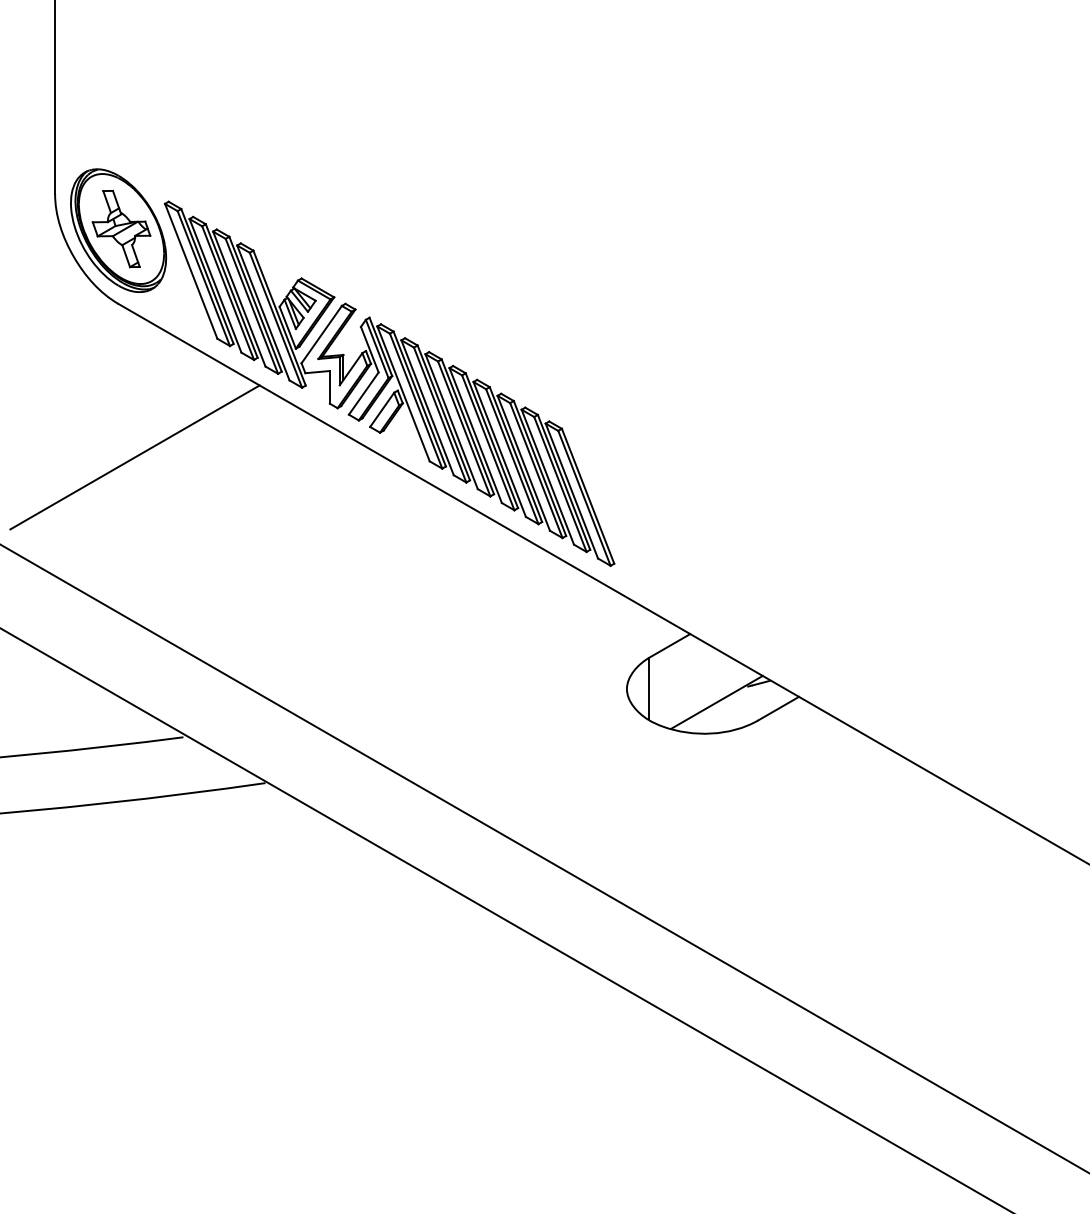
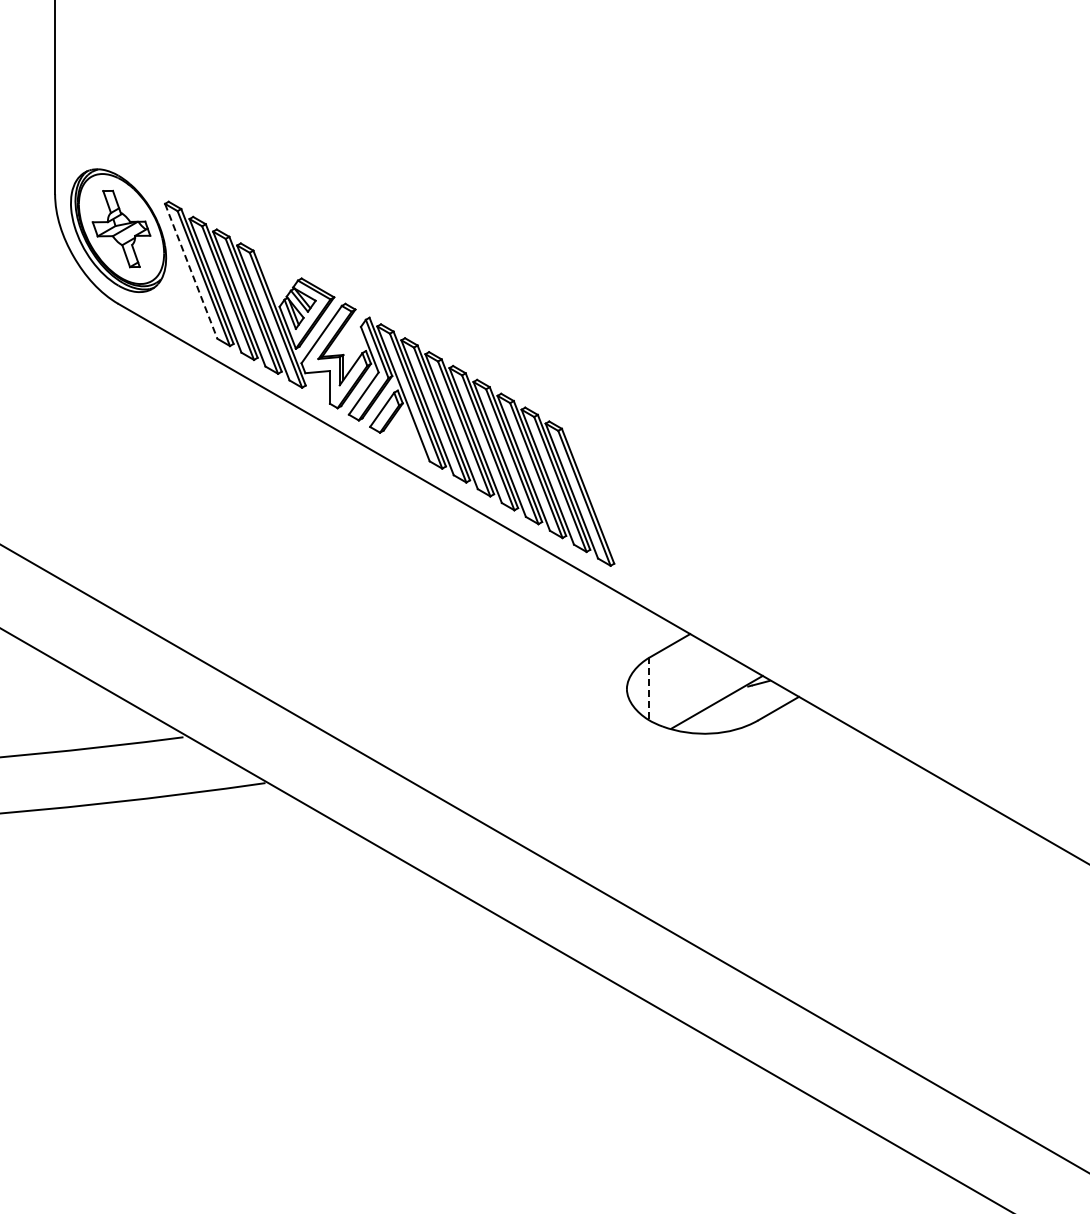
line at (191, 271): solid -> dashed
line at (134, 457): present -> none
line at (649, 688): solid -> dashed
